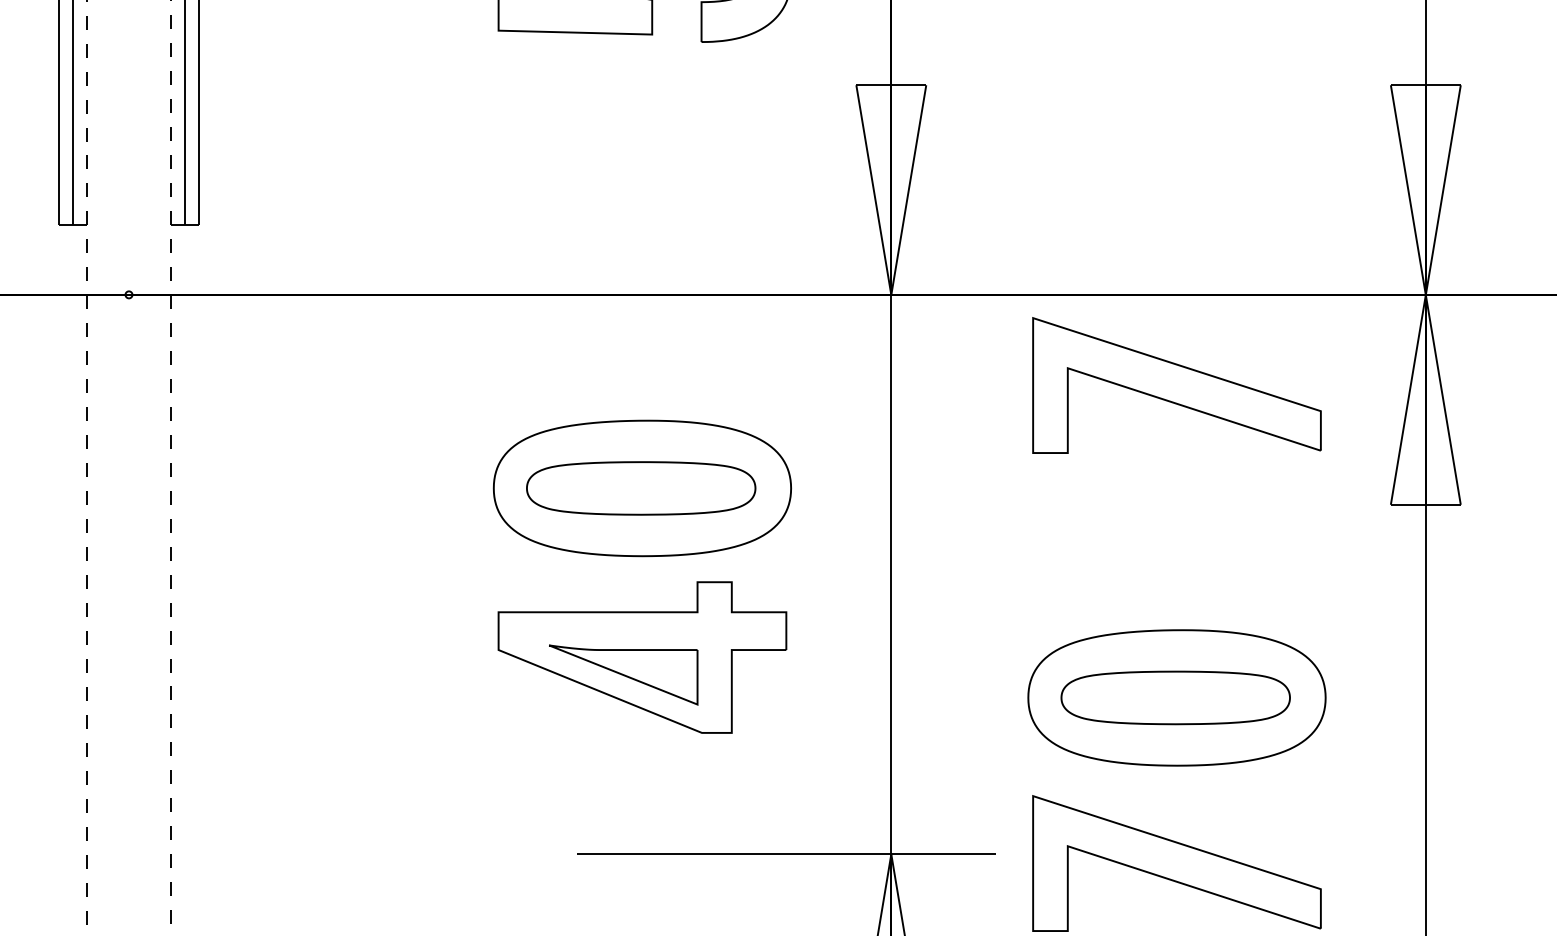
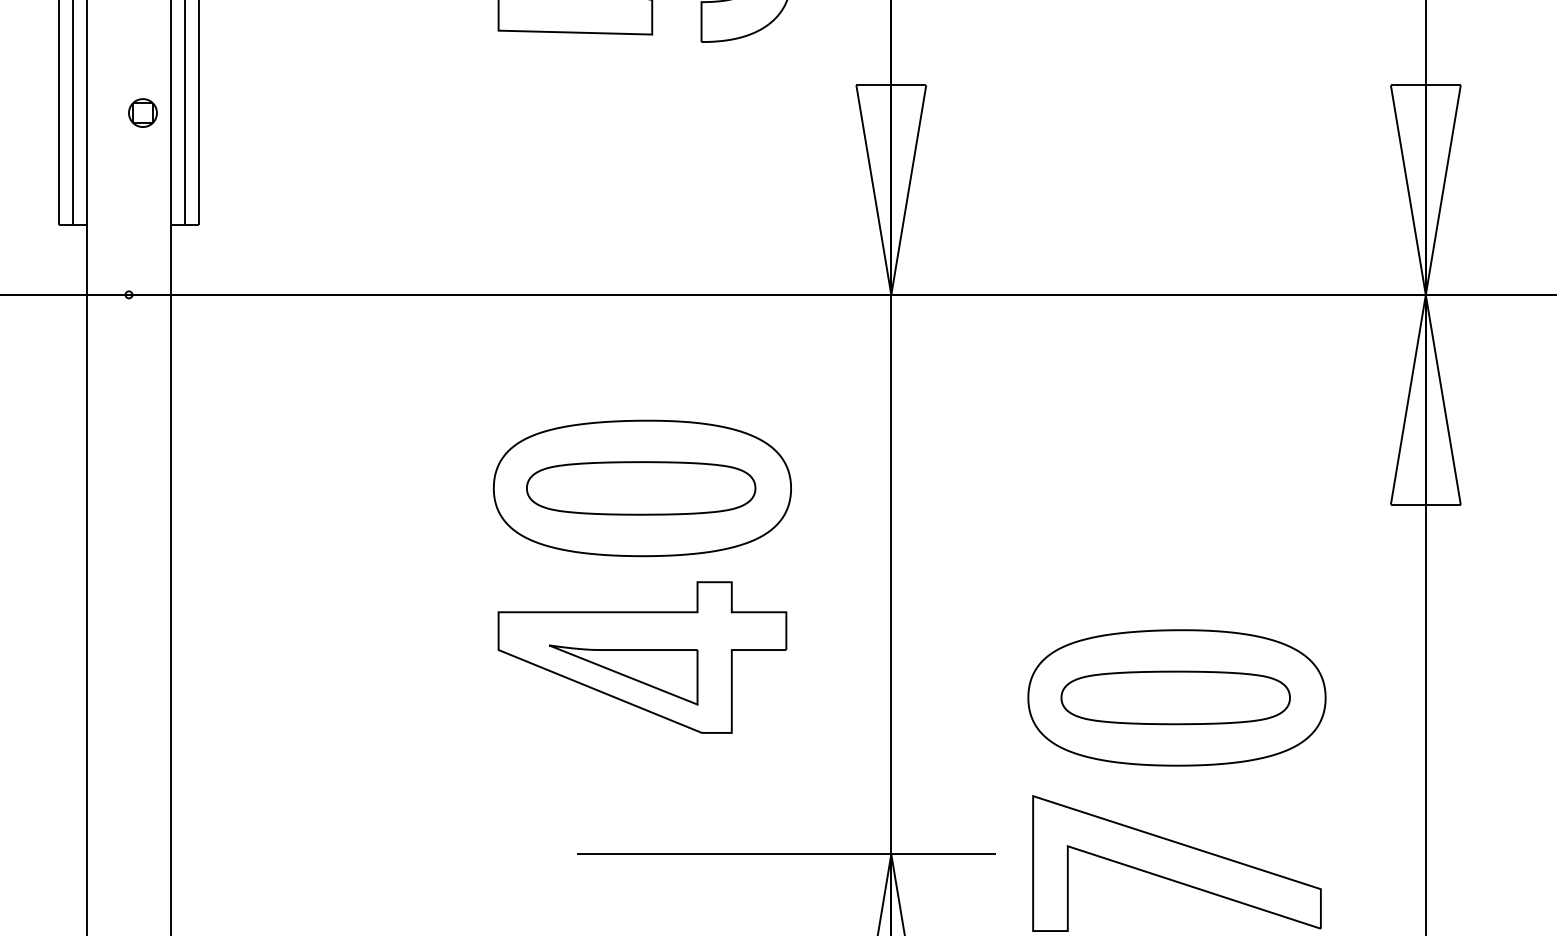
part at (142, 112): none -> present
part at (1176, 385): present -> none
line at (87, 467): dashed -> solid
line at (170, 468): dashed -> solid
